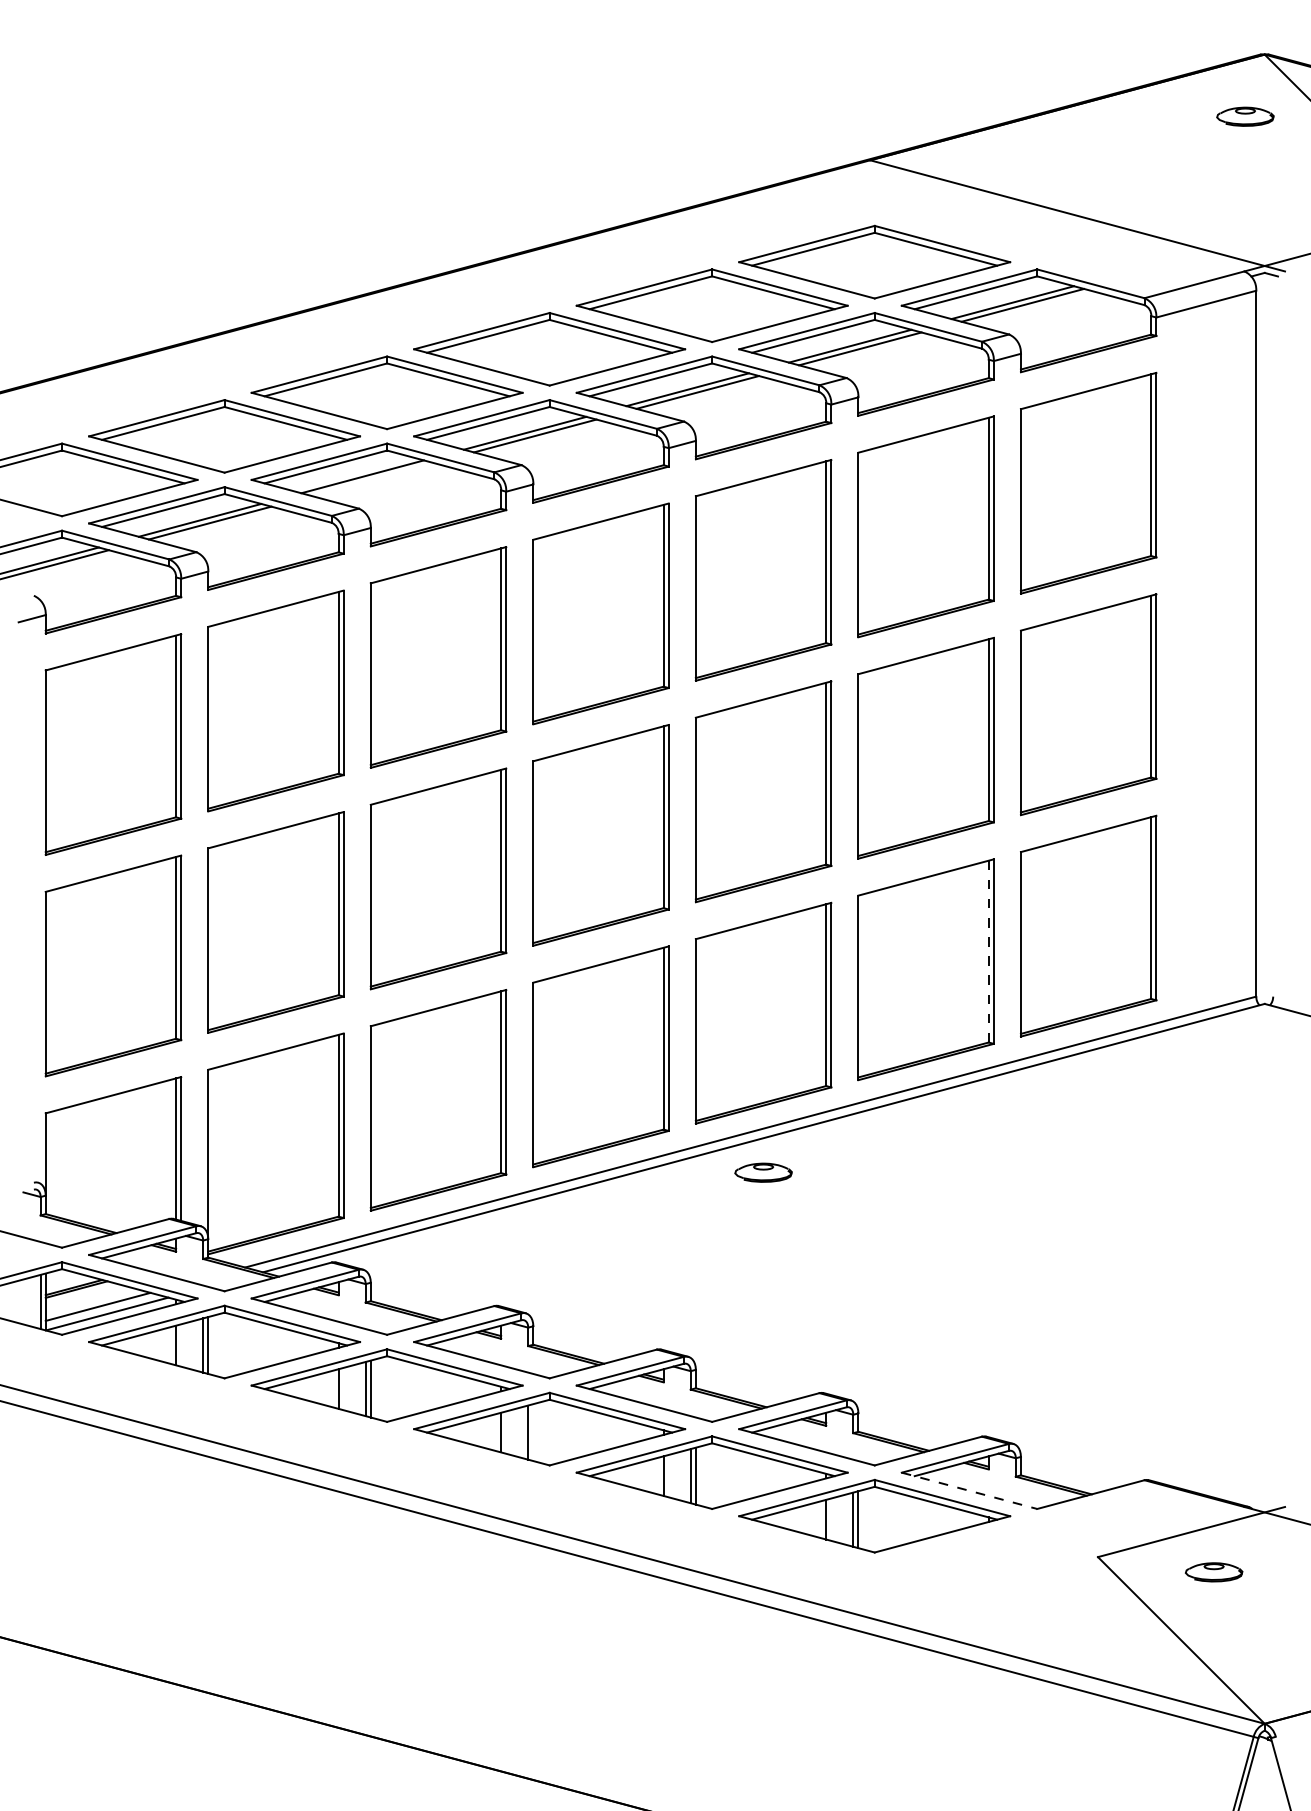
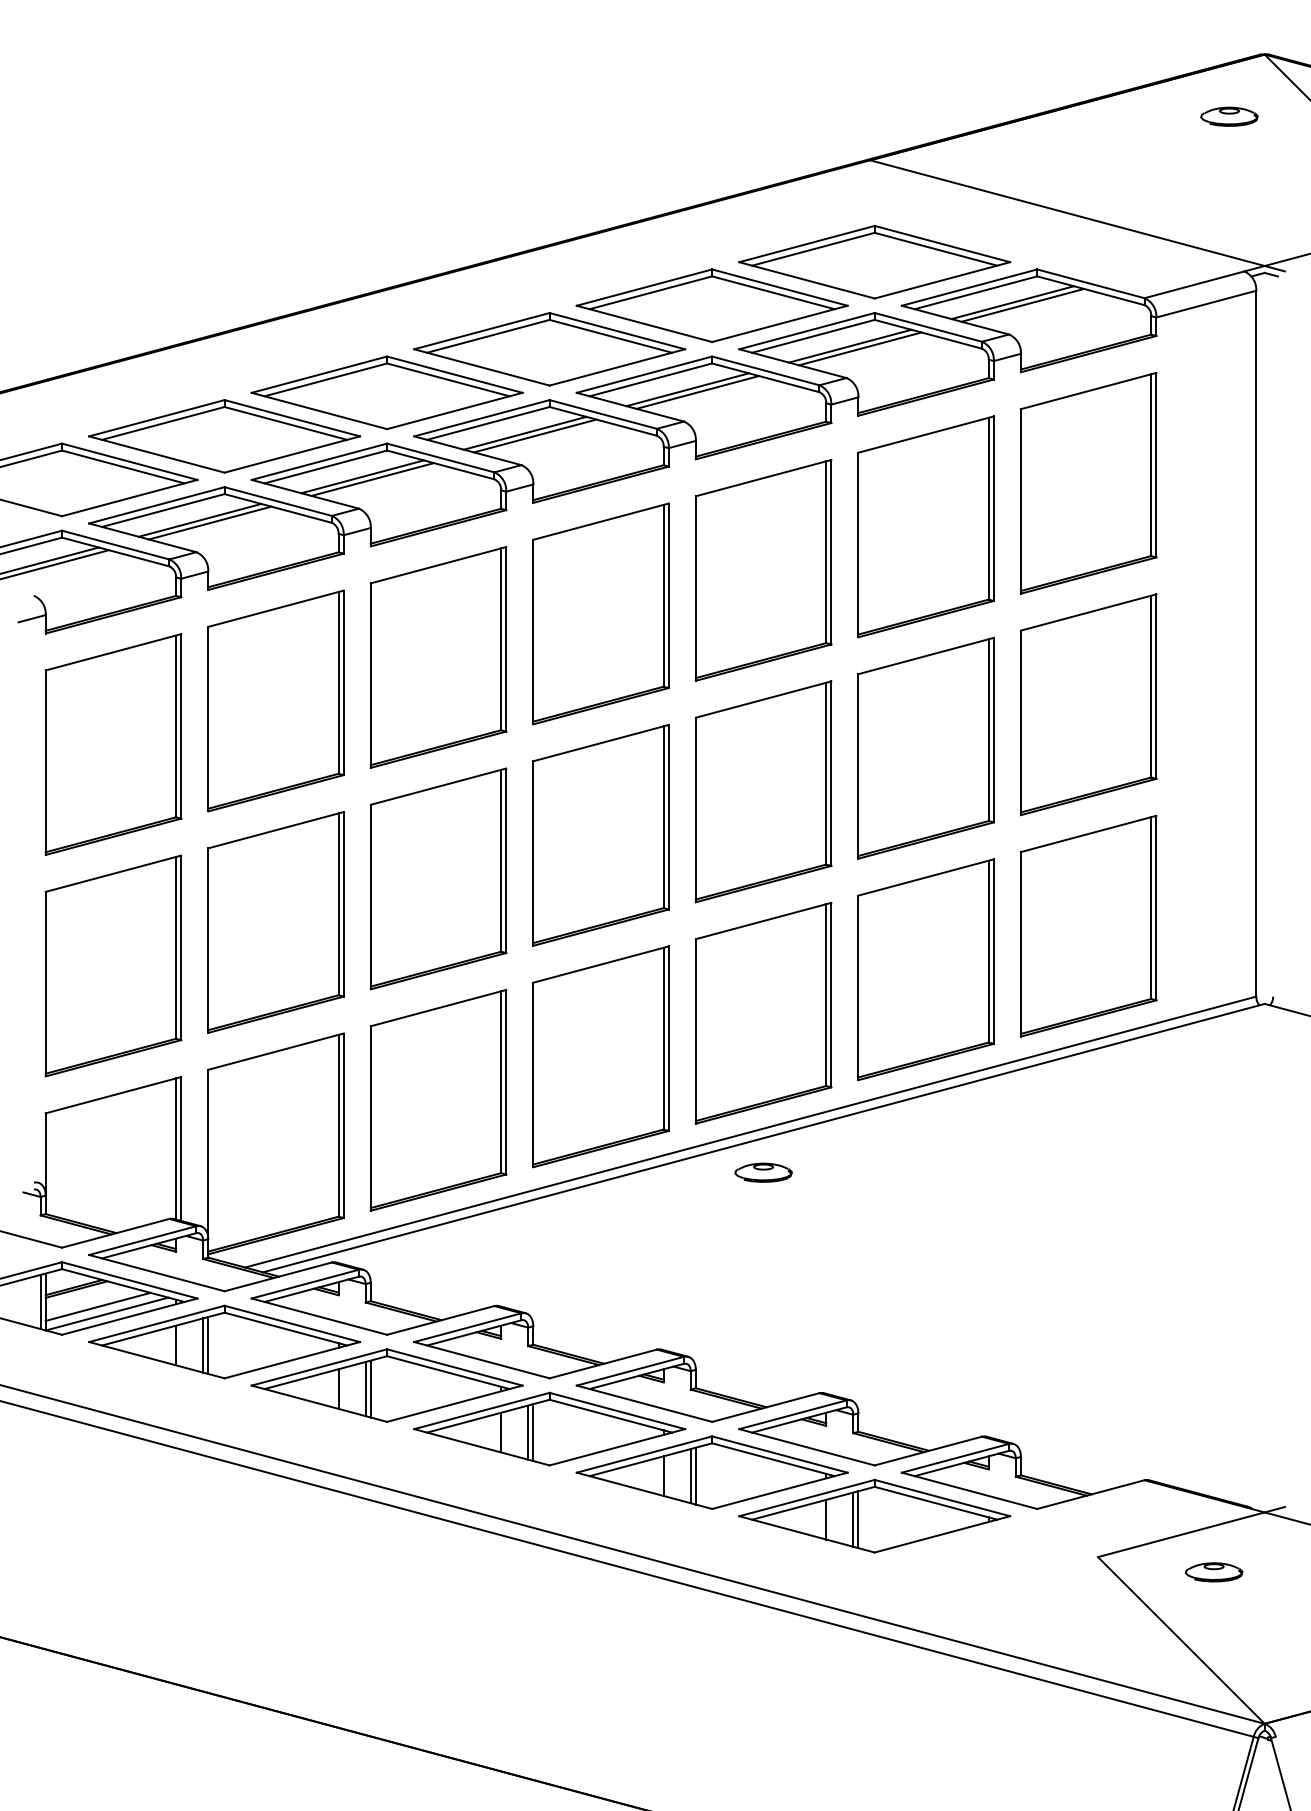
part at (1245, 116) position: (1245, 116) -> (1229, 116)
line at (372, 479): none -> present
line at (988, 951): dashed -> solid
line at (533, 1432): none -> present
line at (970, 1490): dashed -> solid
